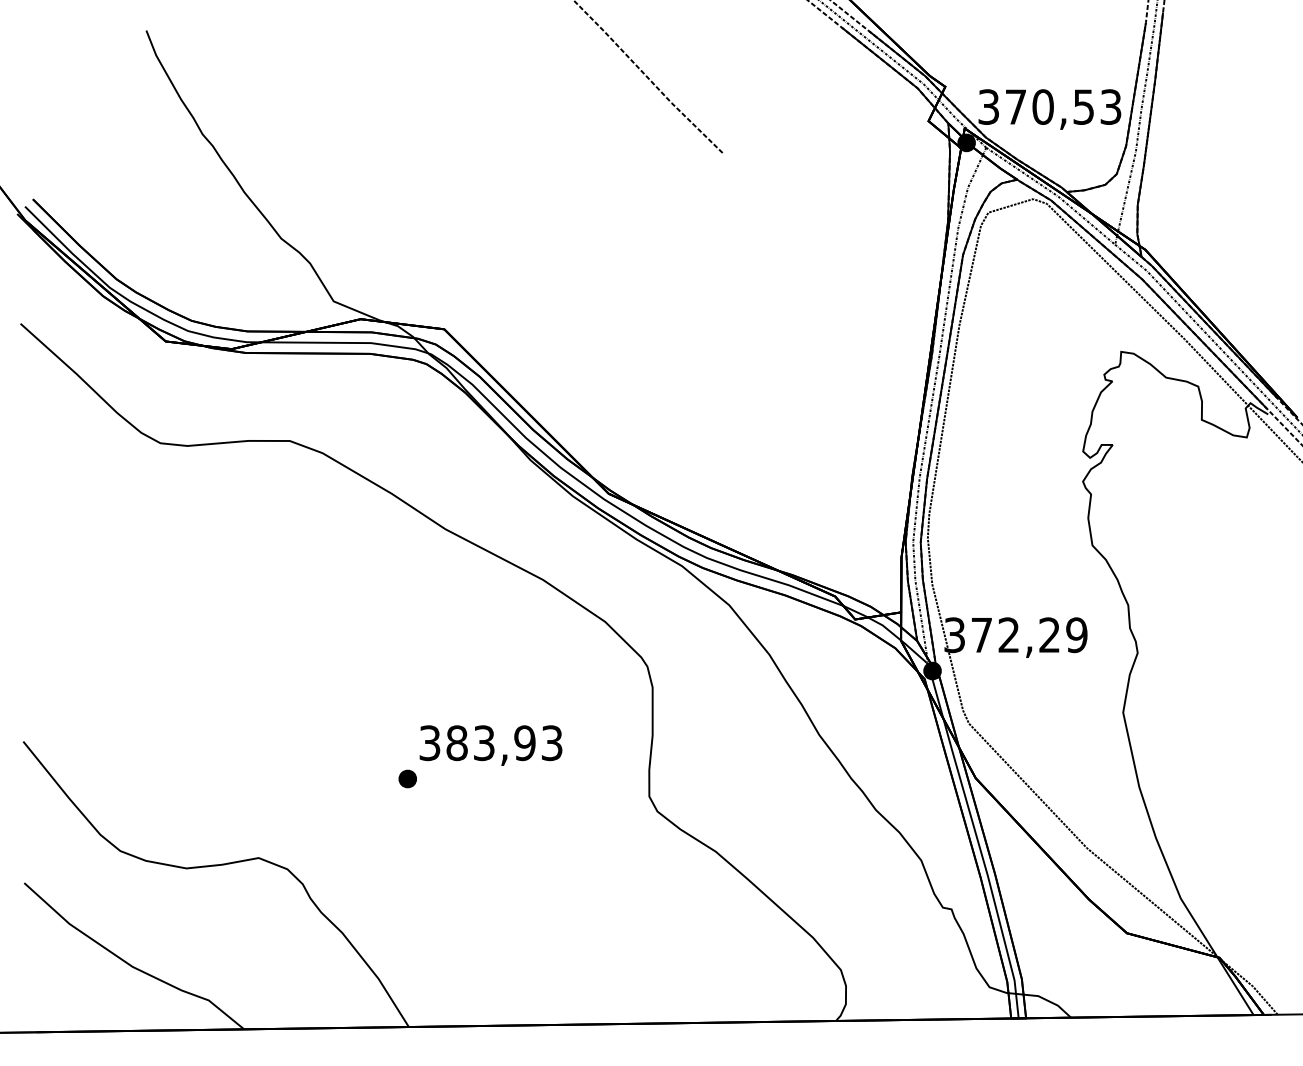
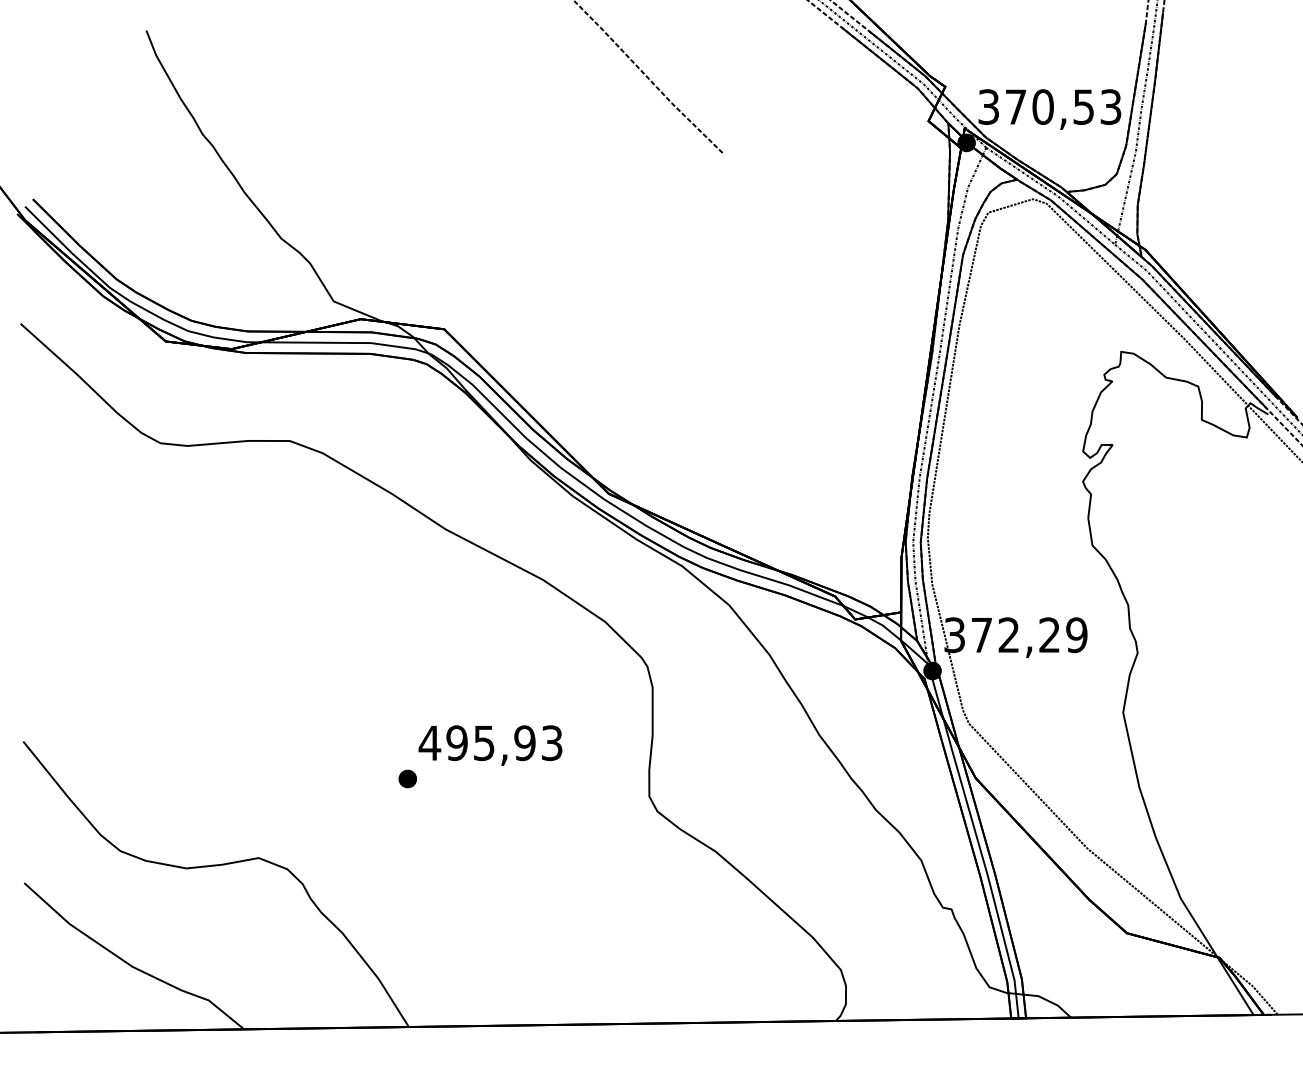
text at (456, 743): 383,93 -> 495,93
